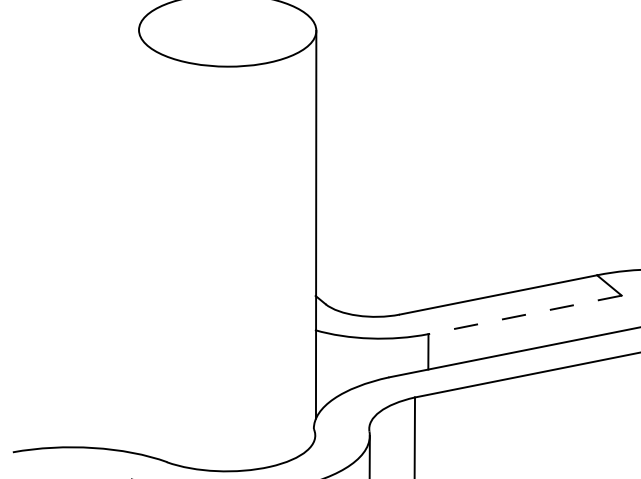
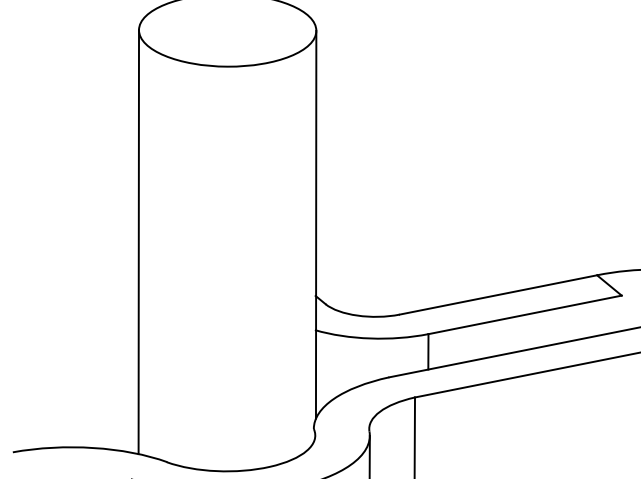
line at (138, 242): none -> present
line at (525, 314): dashed -> solid
